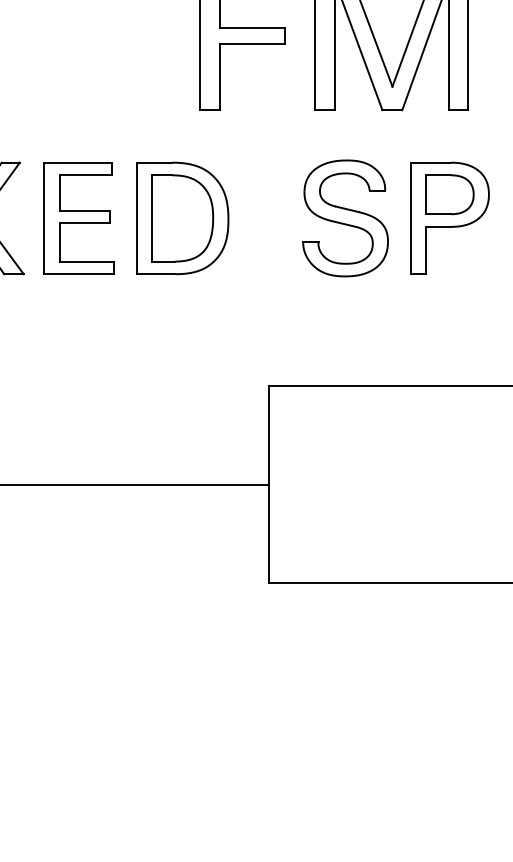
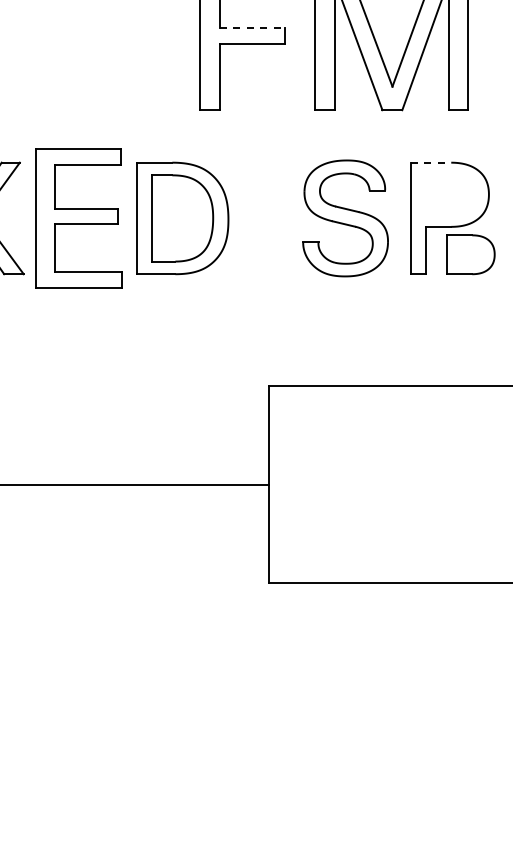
line at (252, 27): solid -> dashed
line at (431, 162): solid -> dashed
part at (449, 194) position: (449, 194) -> (470, 254)
part at (78, 218) size: 72x113 px -> 88x141 px
